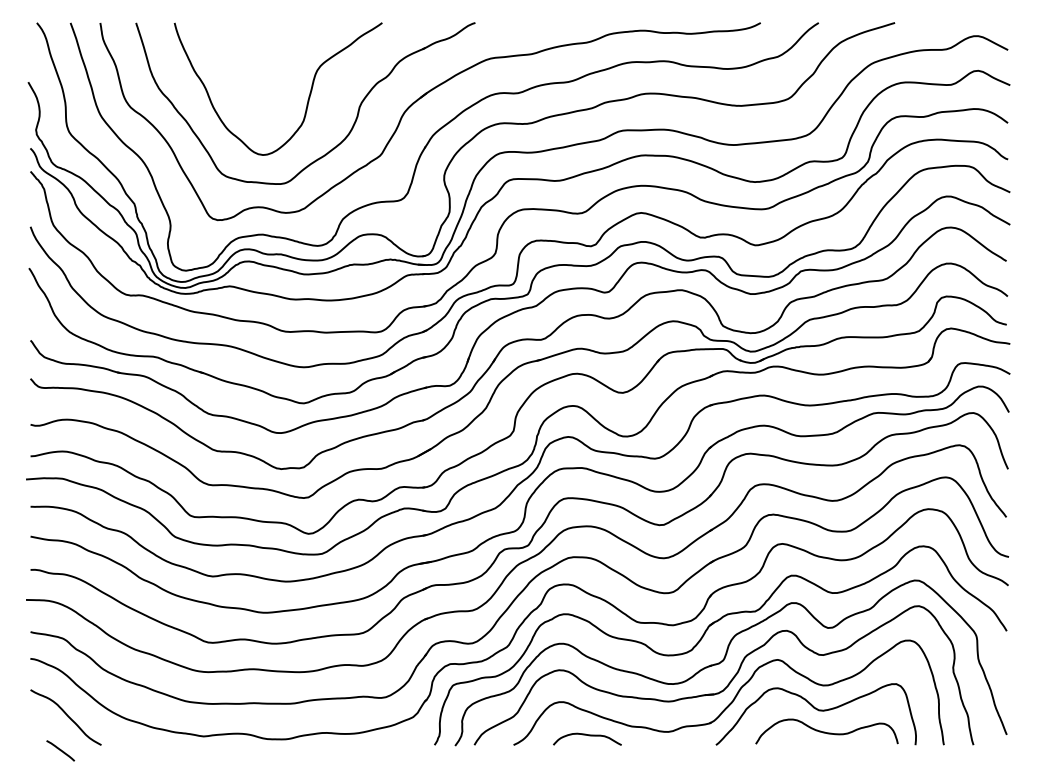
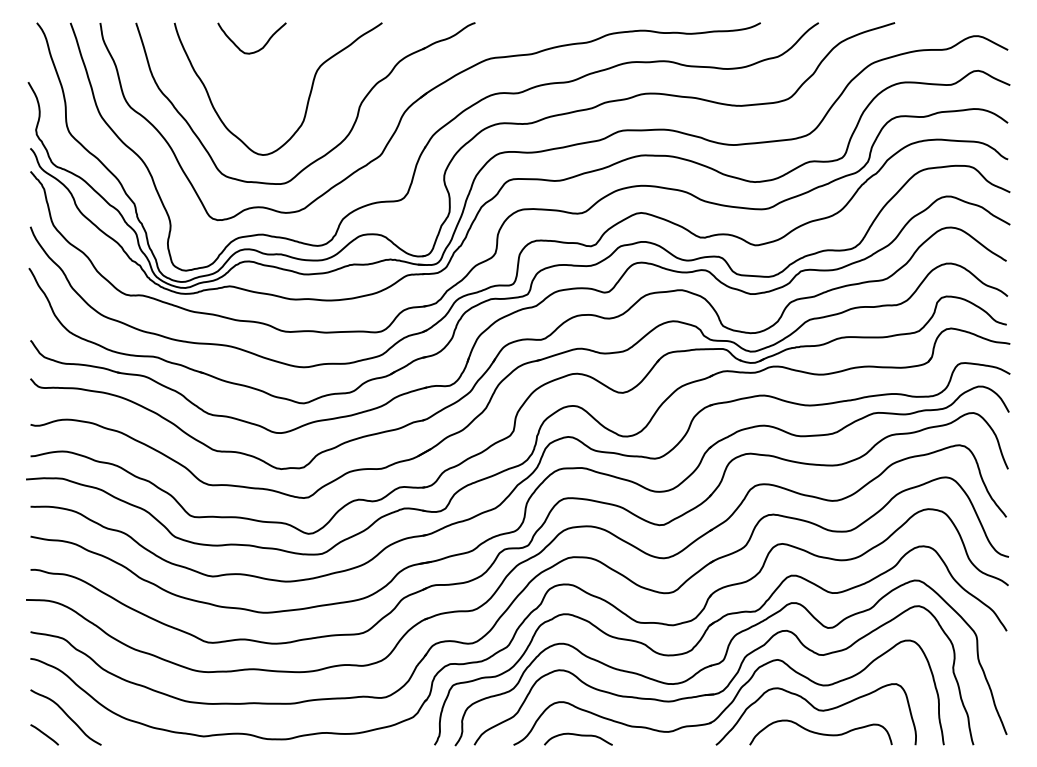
curve at (256, 50): none -> present
curve at (825, 731) position: (825, 731) -> (819, 732)
curve at (588, 736) position: (588, 736) -> (579, 736)
line at (60, 750) position: (60, 750) -> (44, 734)
